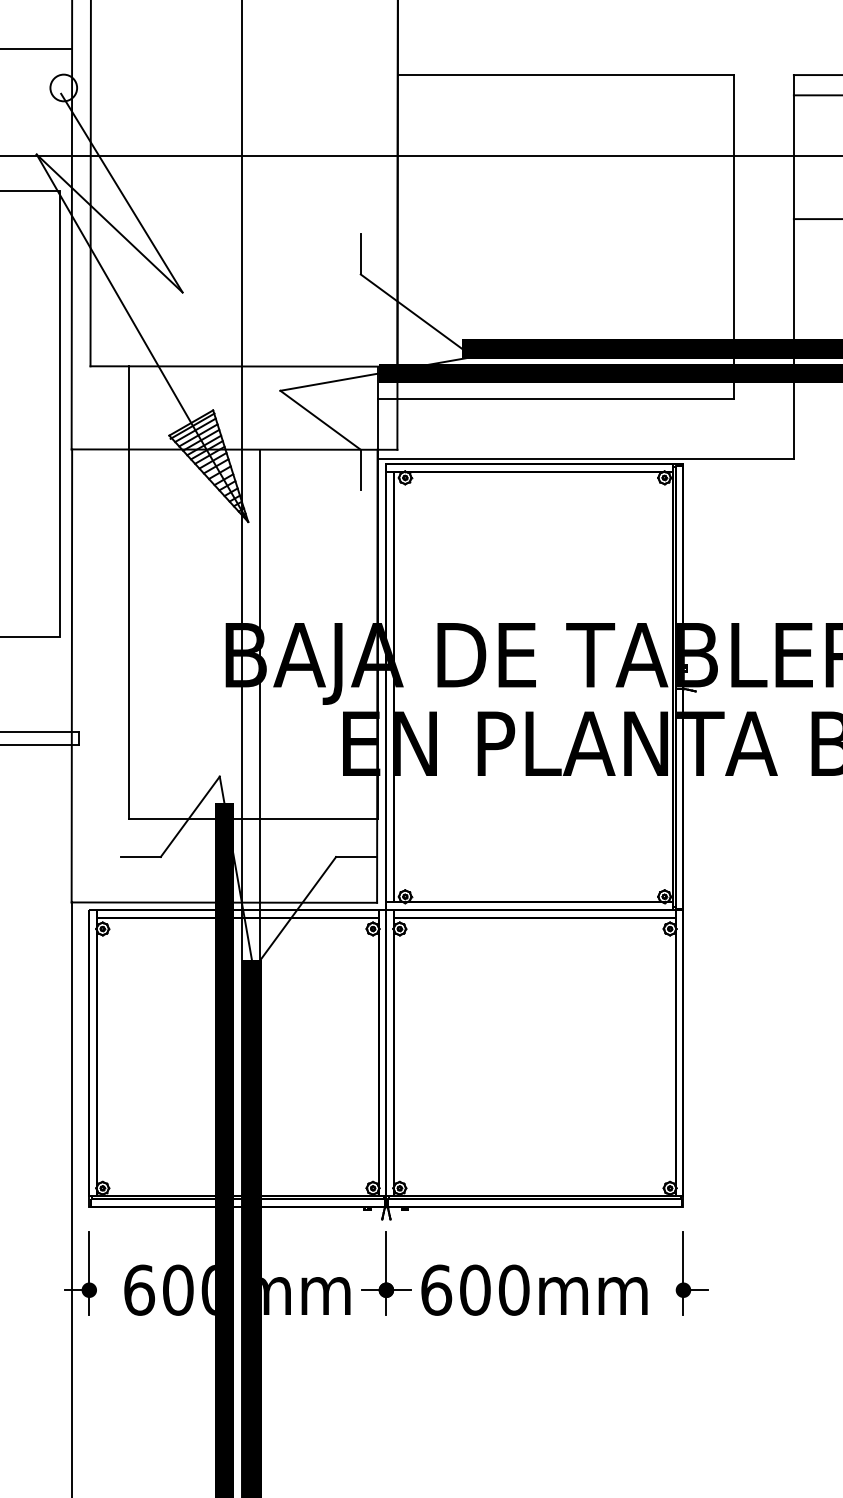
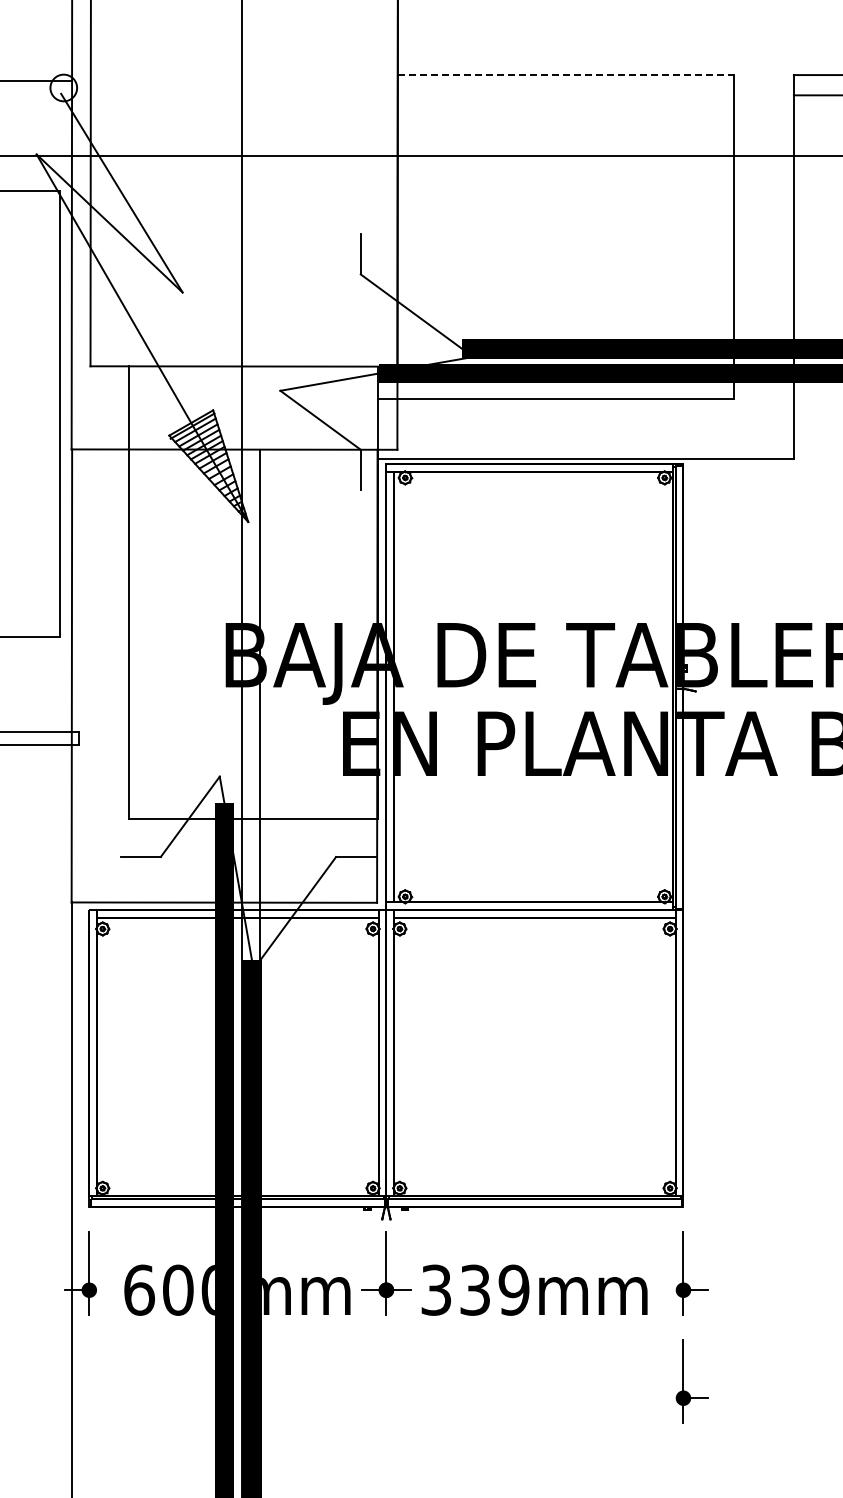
line at (37, 49) position: (37, 49) -> (37, 81)
line at (566, 75): solid -> dashed
line at (816, 219): present -> none
text at (475, 1289): 600mm -> 339mm
part at (683, 1381): none -> present
